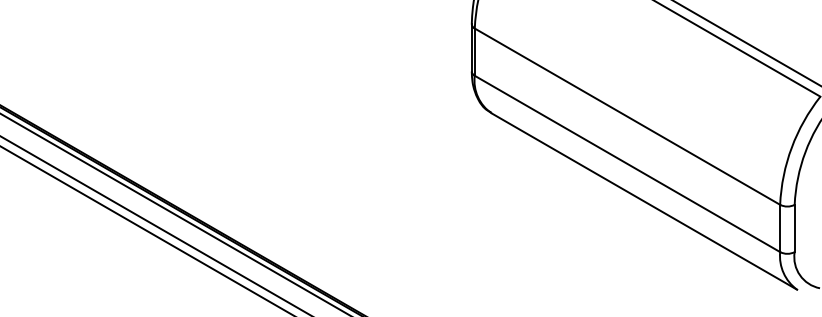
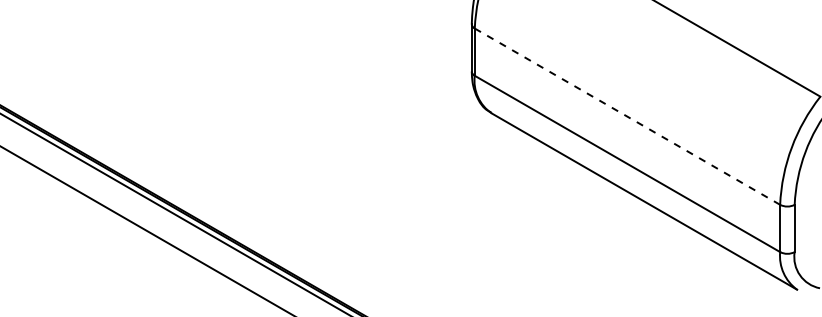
line at (746, 43): present -> none
line at (627, 116): solid -> dashed
line at (154, 225): present -> none
